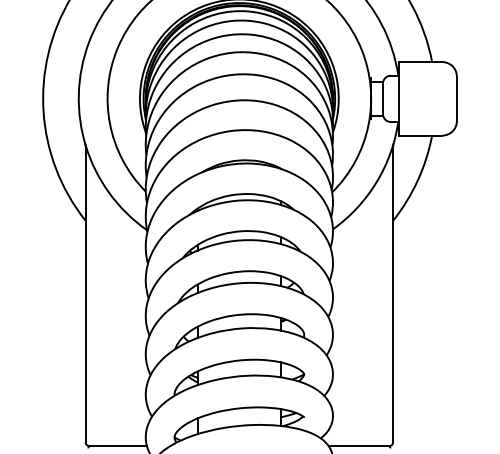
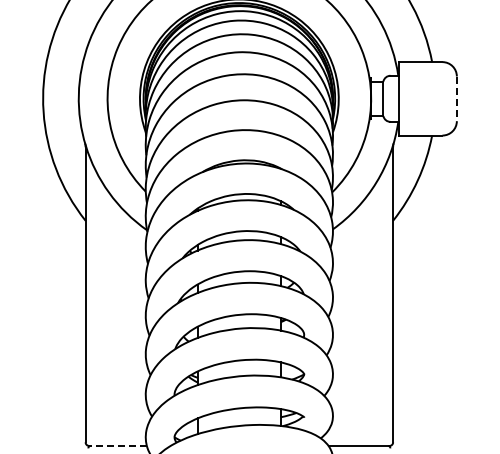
line at (456, 99): solid -> dashed
line at (118, 445): solid -> dashed
